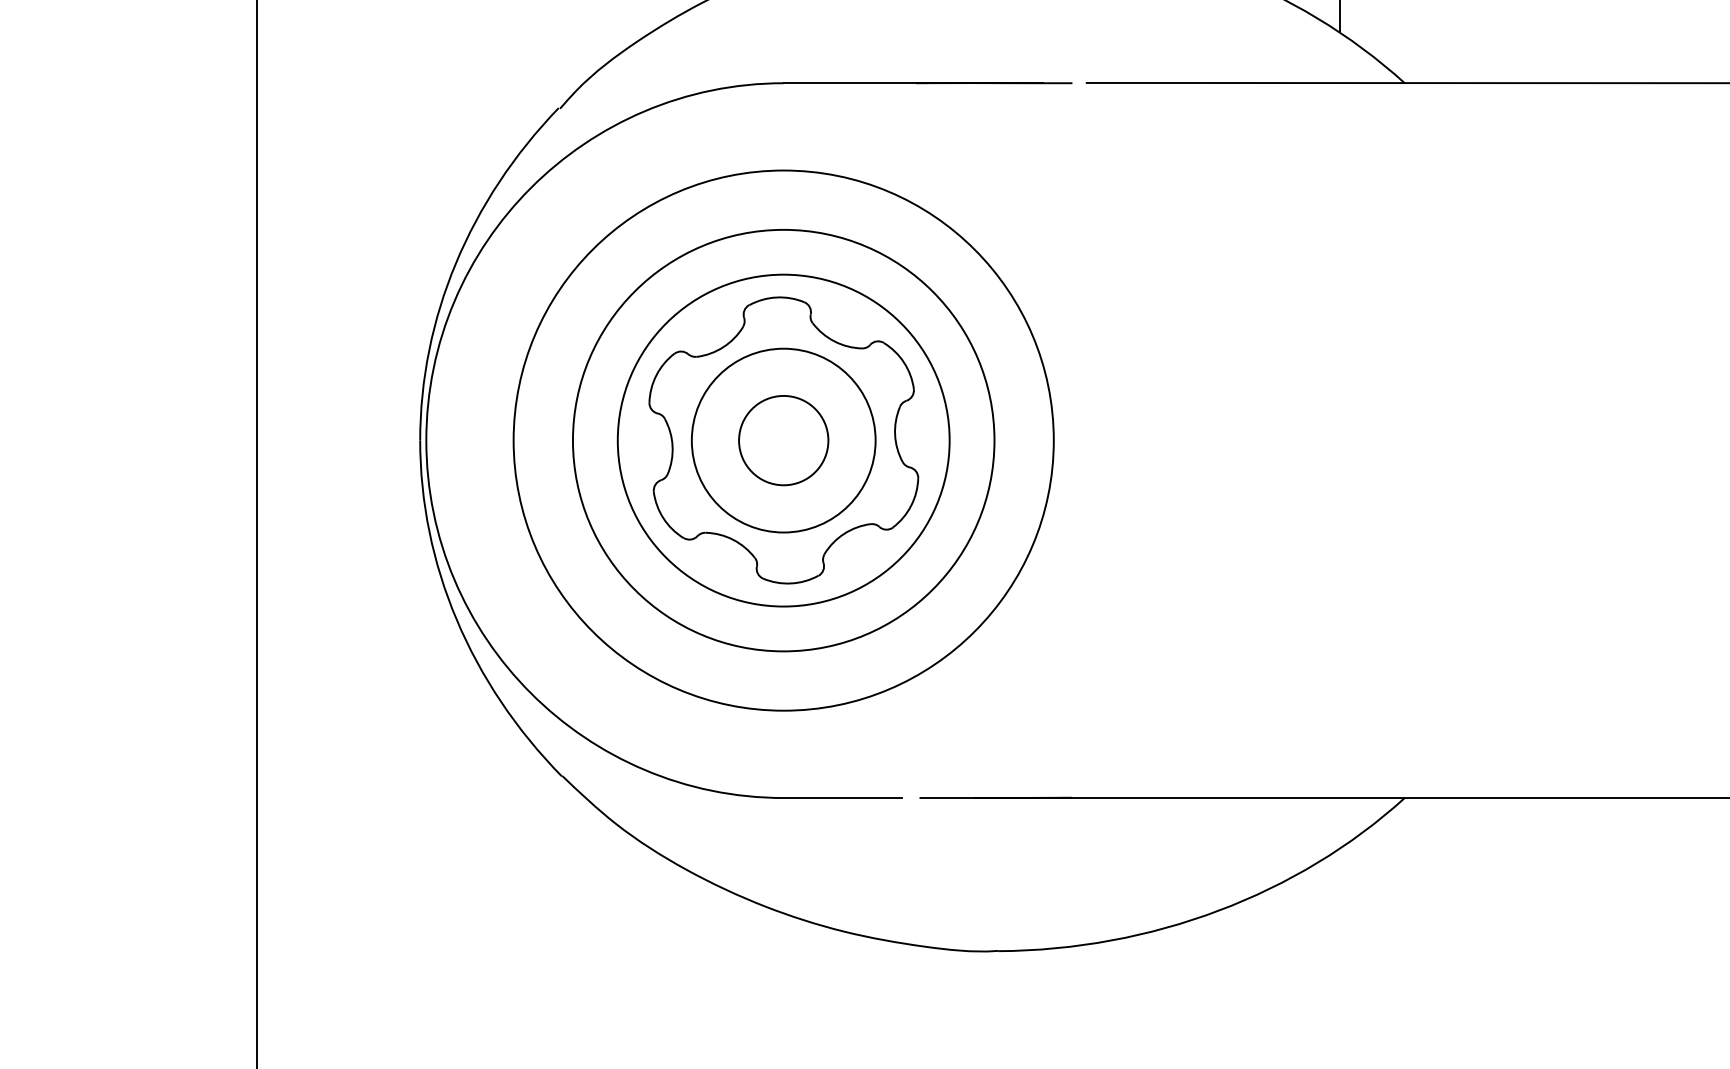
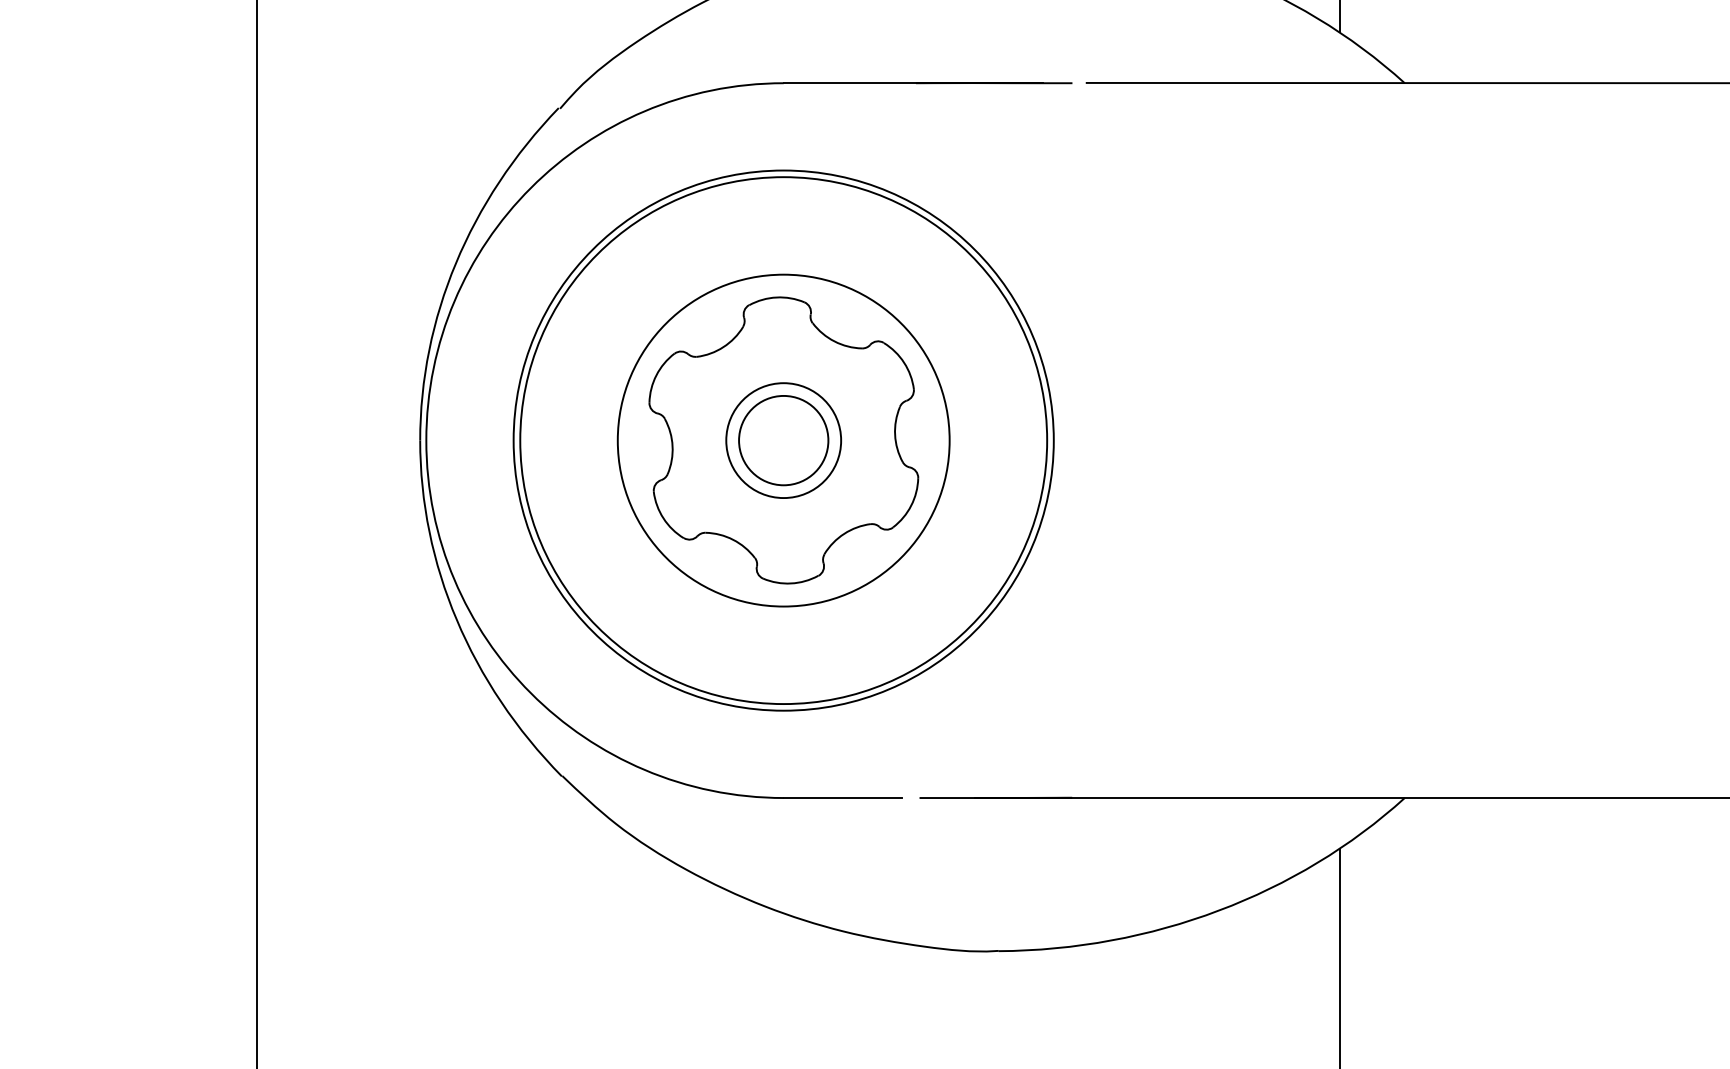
circle at (783, 440) diameter: 184 px -> 115 px
circle at (783, 440) diameter: 422 px -> 527 px
line at (1339, 956): none -> present
